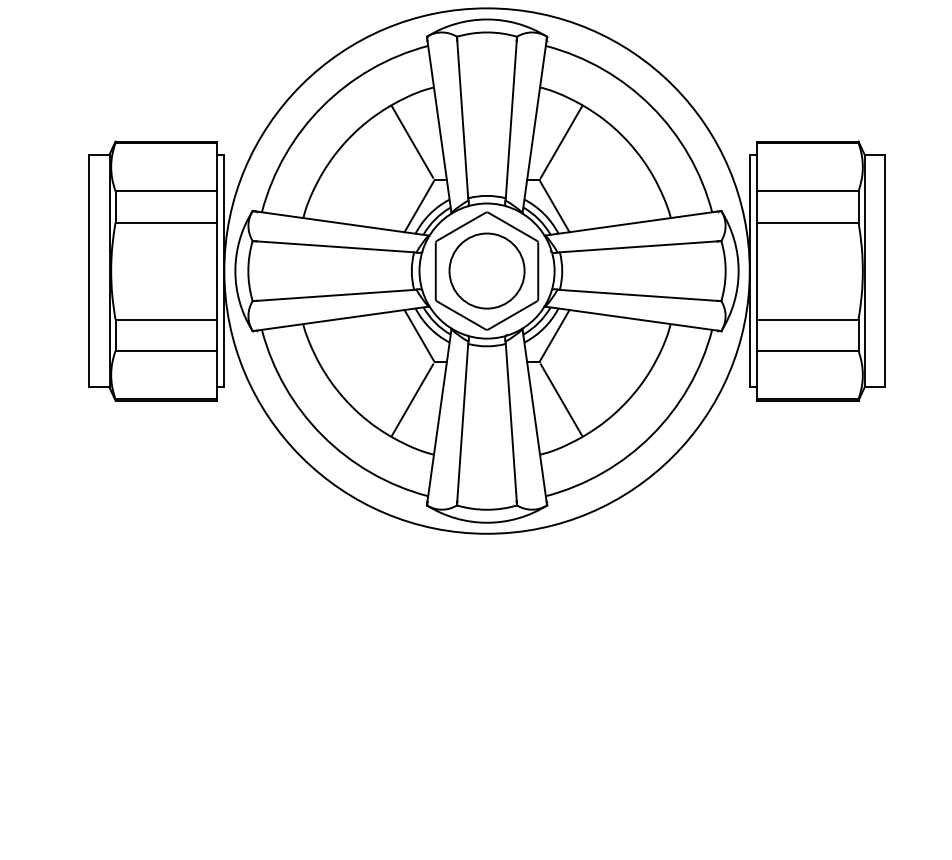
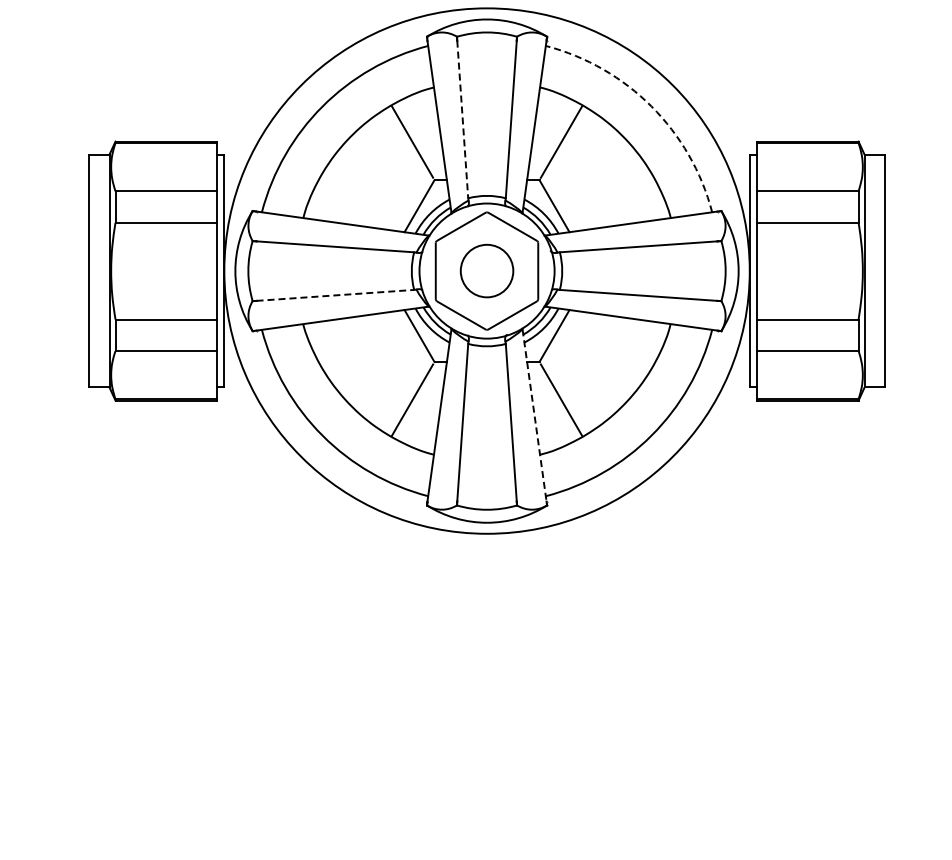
arc at (651, 106): solid -> dashed
line at (462, 119): solid -> dashed
circle at (486, 270) diameter: 75 px -> 53 px
line at (335, 295): solid -> dashed
line at (534, 415): solid -> dashed
